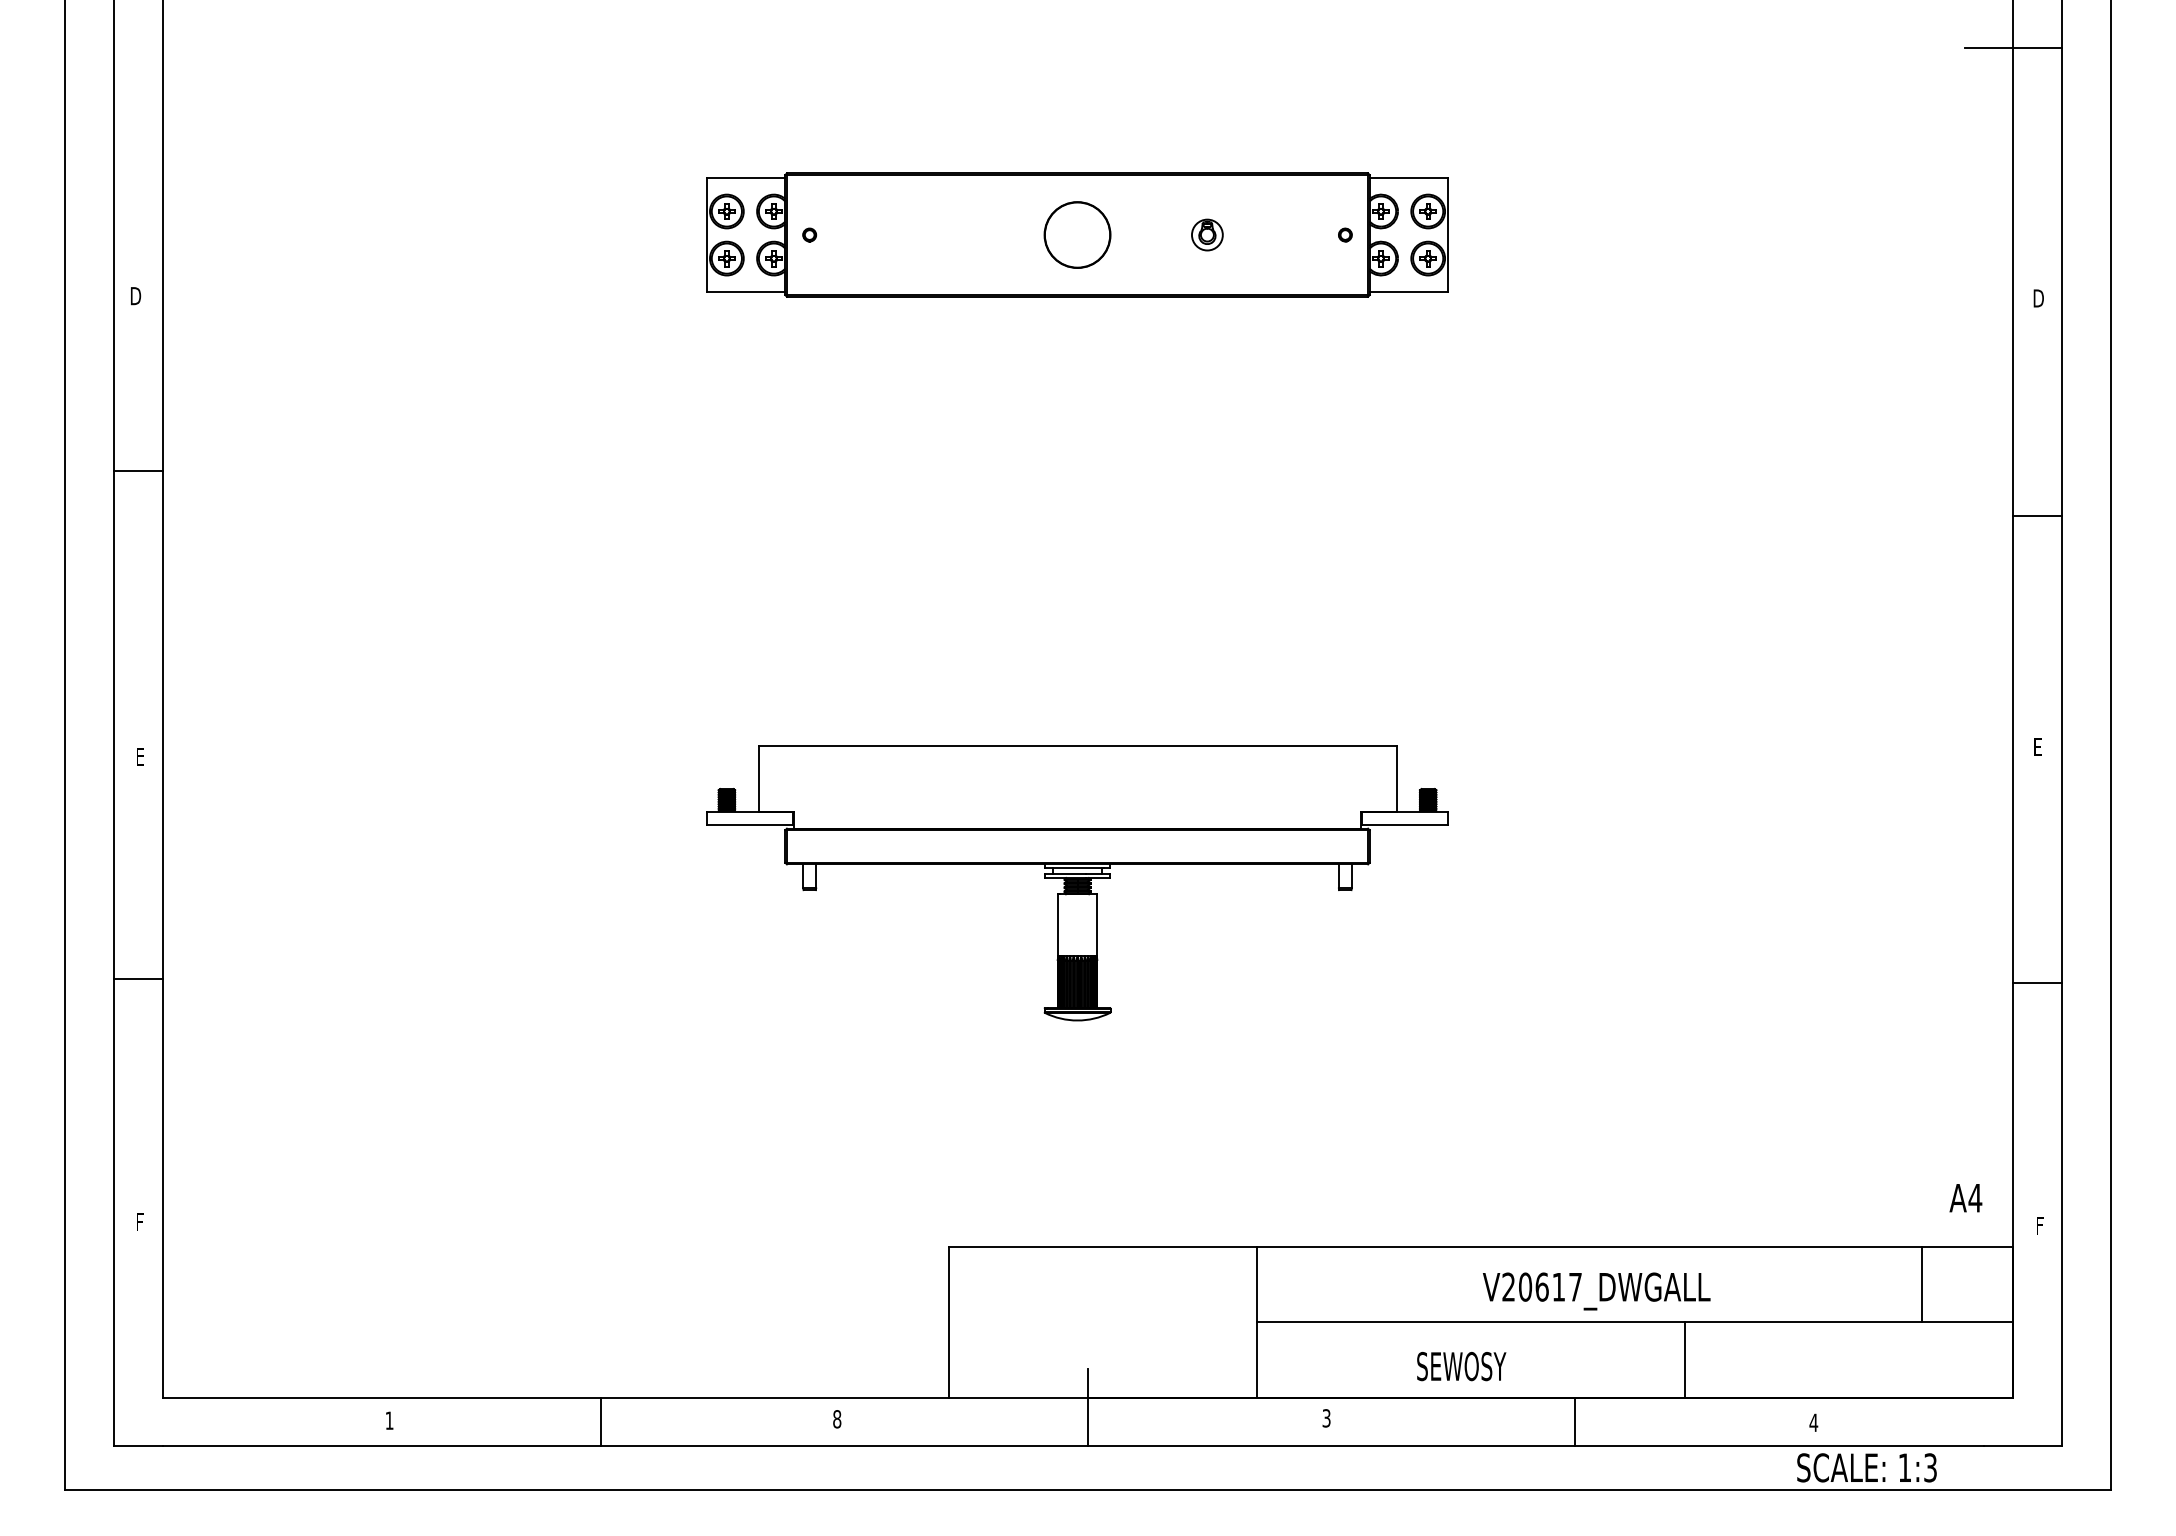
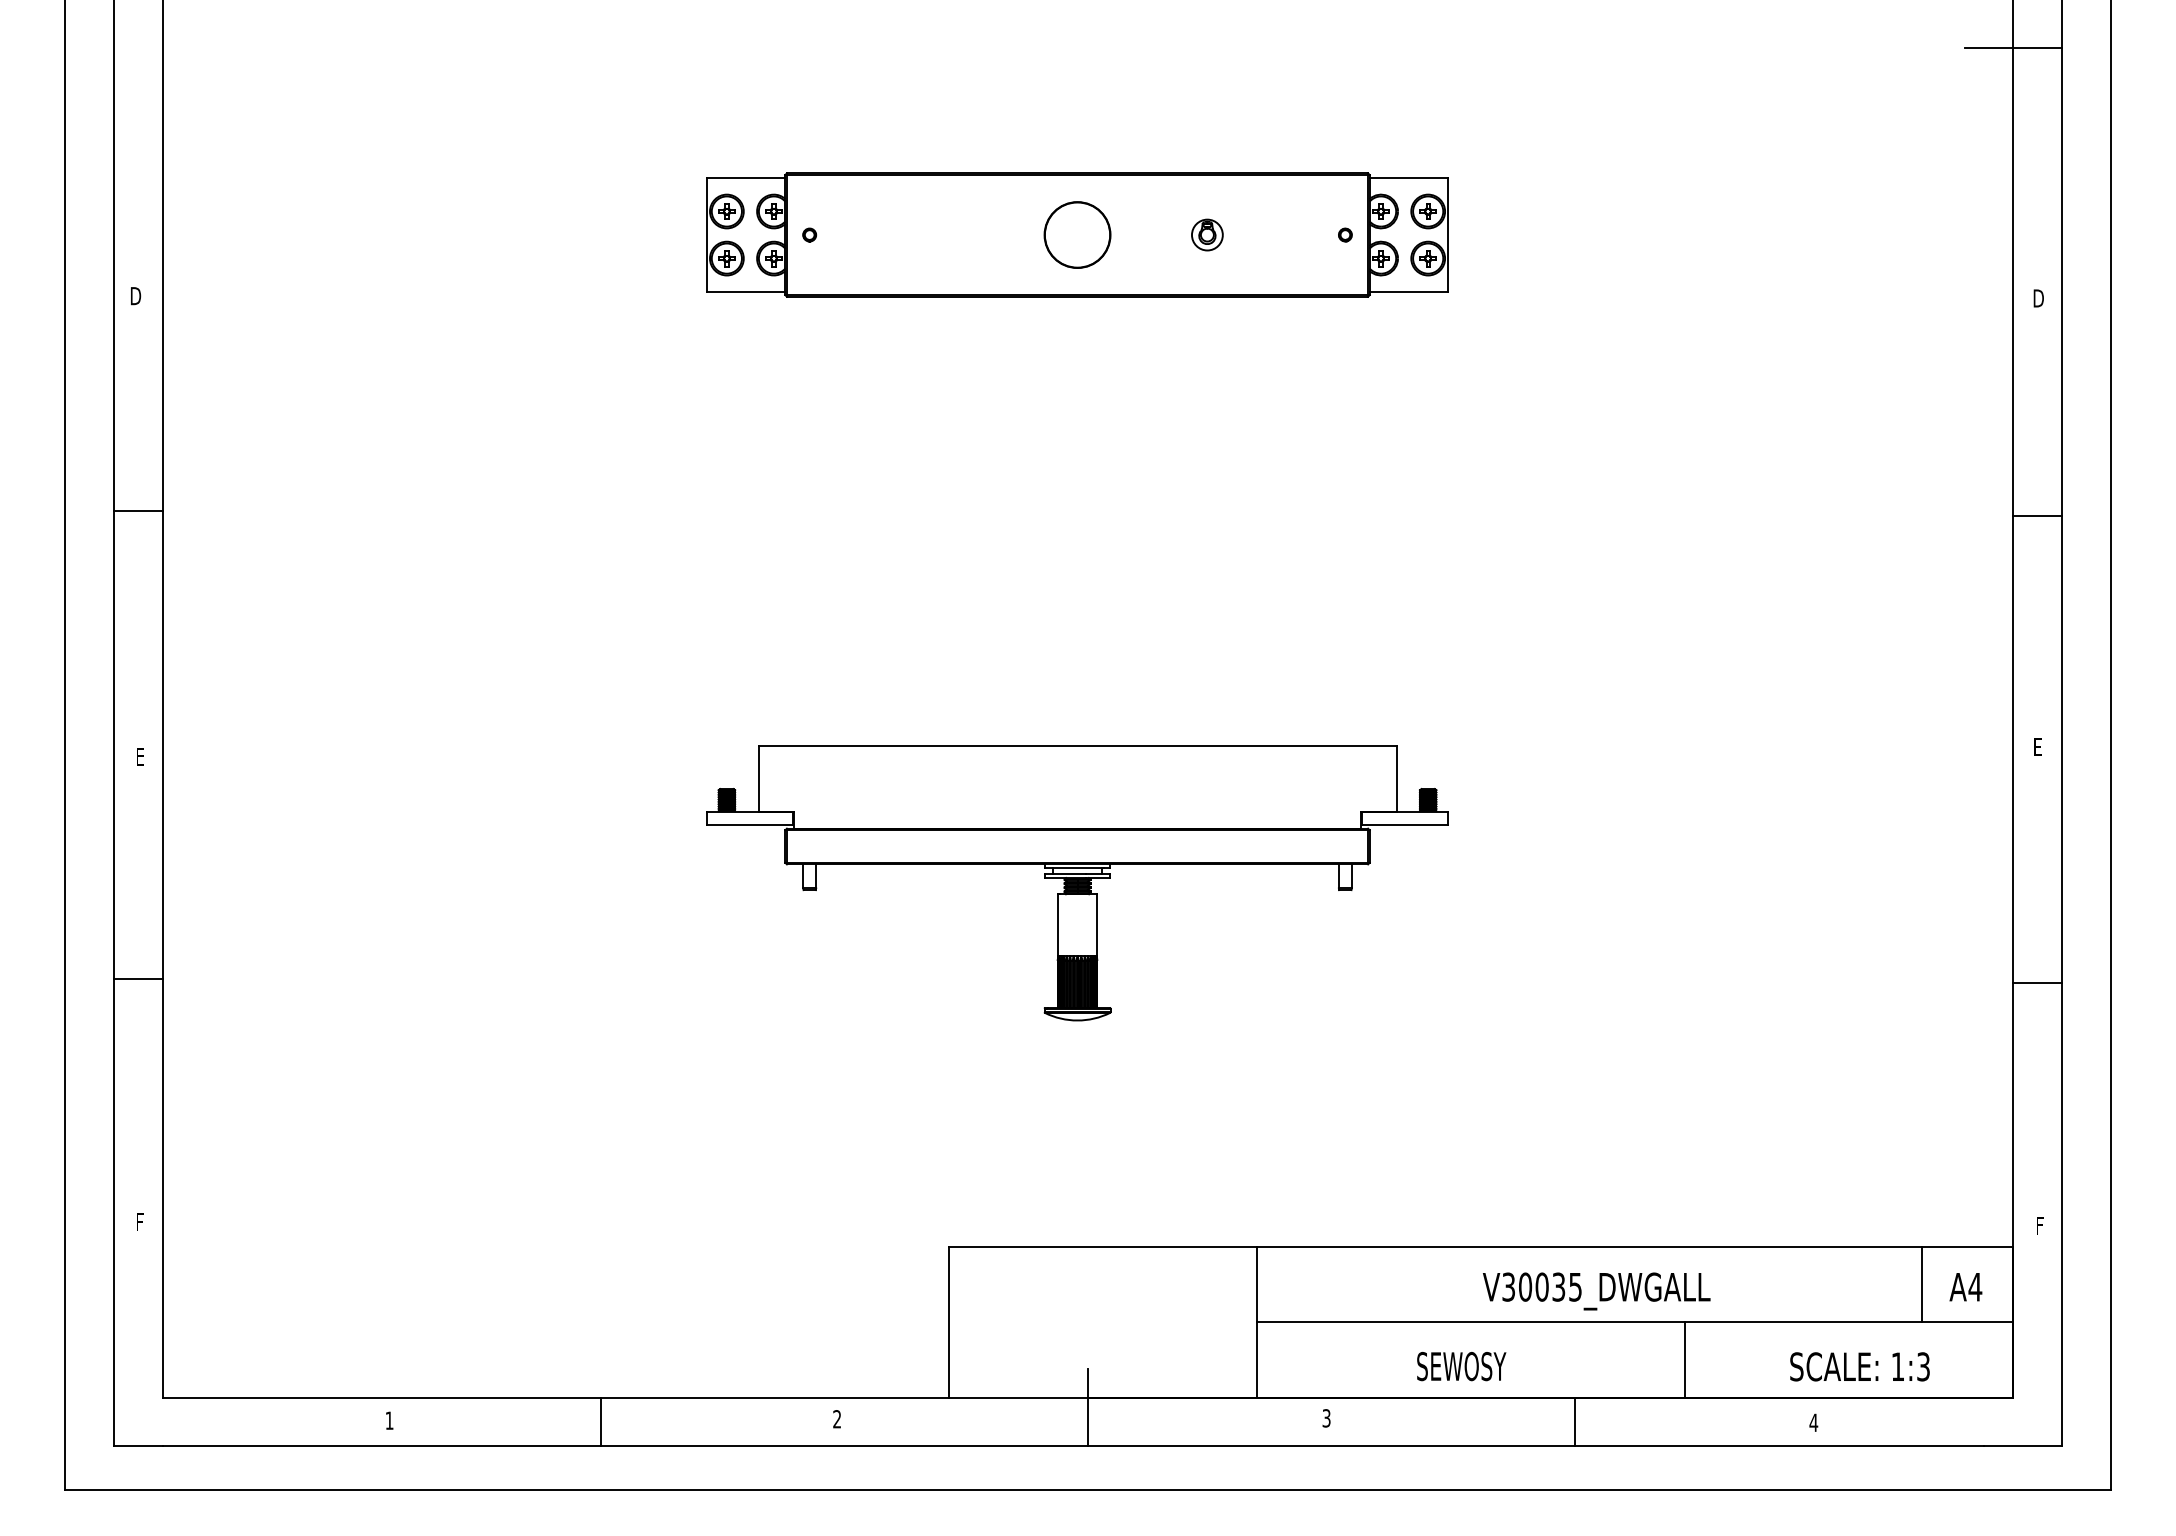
line at (137, 471) position: (137, 471) -> (137, 511)
text at (1965, 1198) position: (1965, 1198) -> (1965, 1287)
text at (1541, 1286): V20617_DWGALL -> V30035_DWGALL
text at (837, 1419): 8 -> 2
text at (1866, 1467) position: (1866, 1467) -> (1859, 1366)
